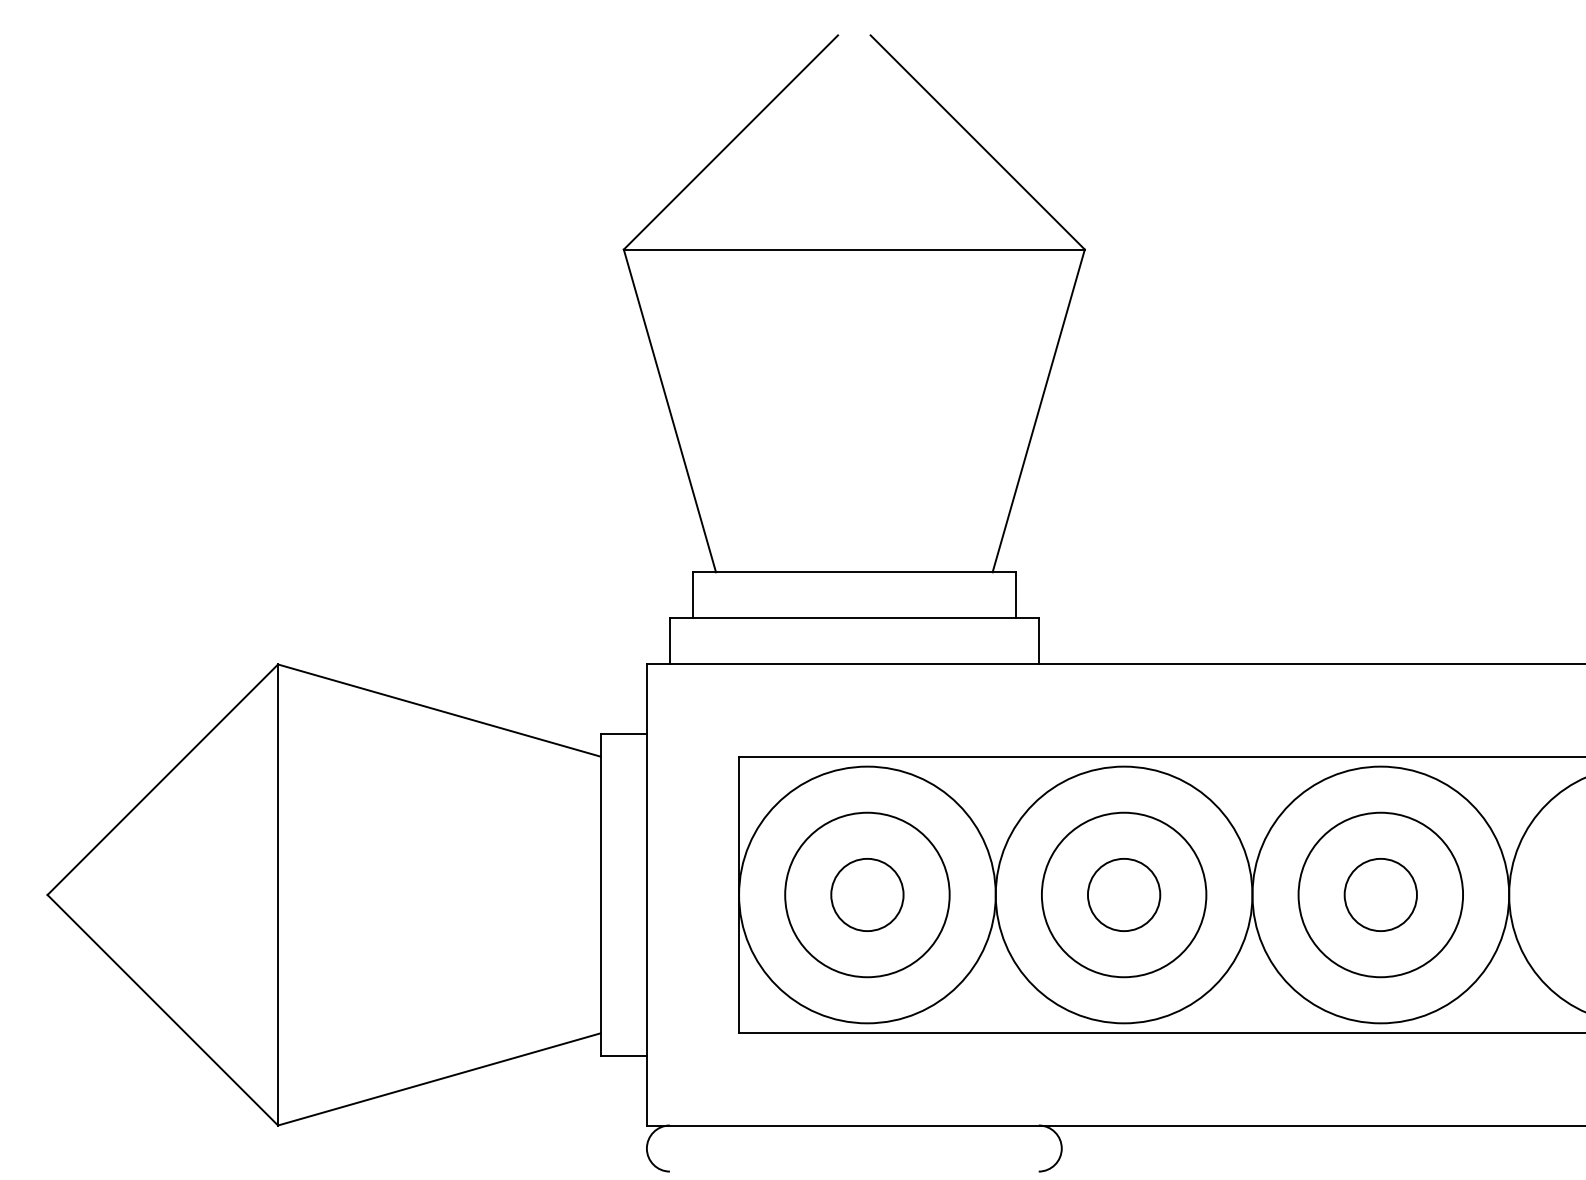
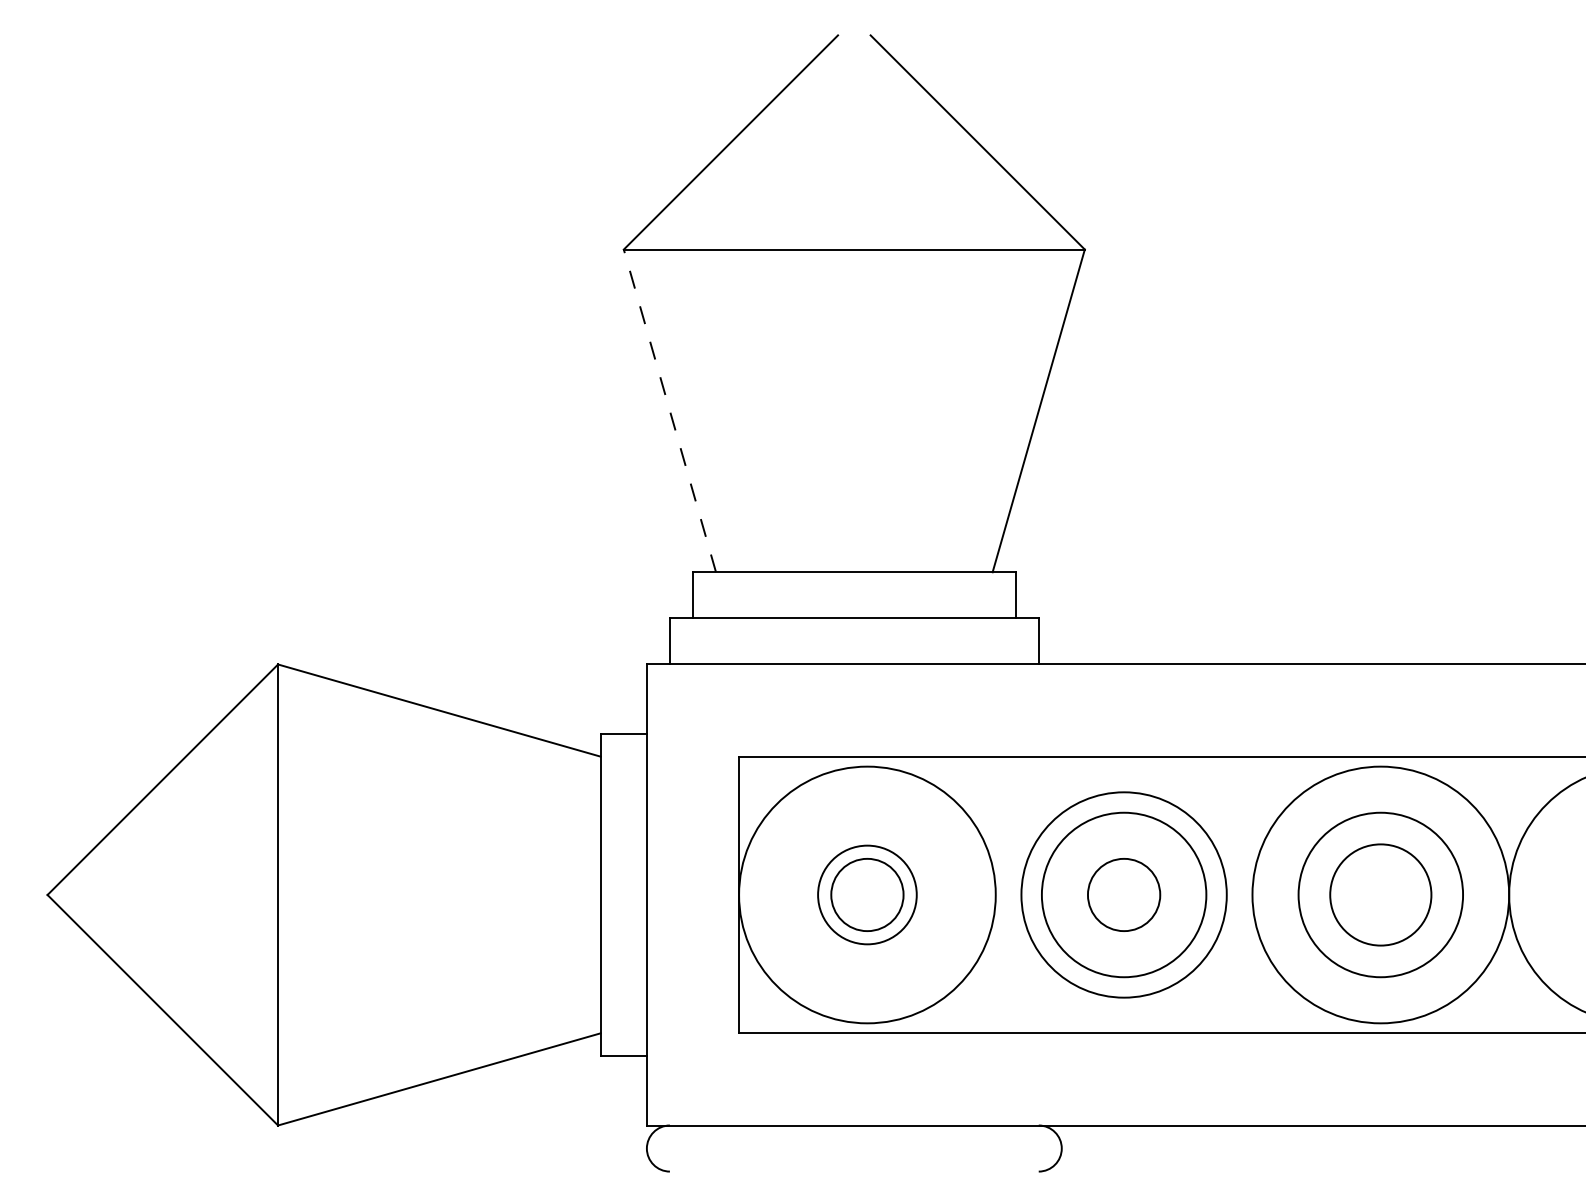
line at (669, 410): solid -> dashed
circle at (867, 894) diameter: 164 px -> 99 px
circle at (1123, 894) diameter: 257 px -> 205 px
circle at (1380, 894) diameter: 72 px -> 101 px
